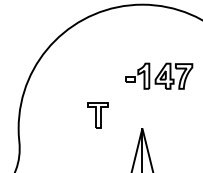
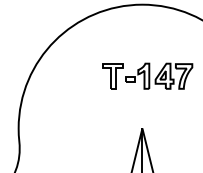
part at (97, 115) position: (97, 115) -> (112, 76)
